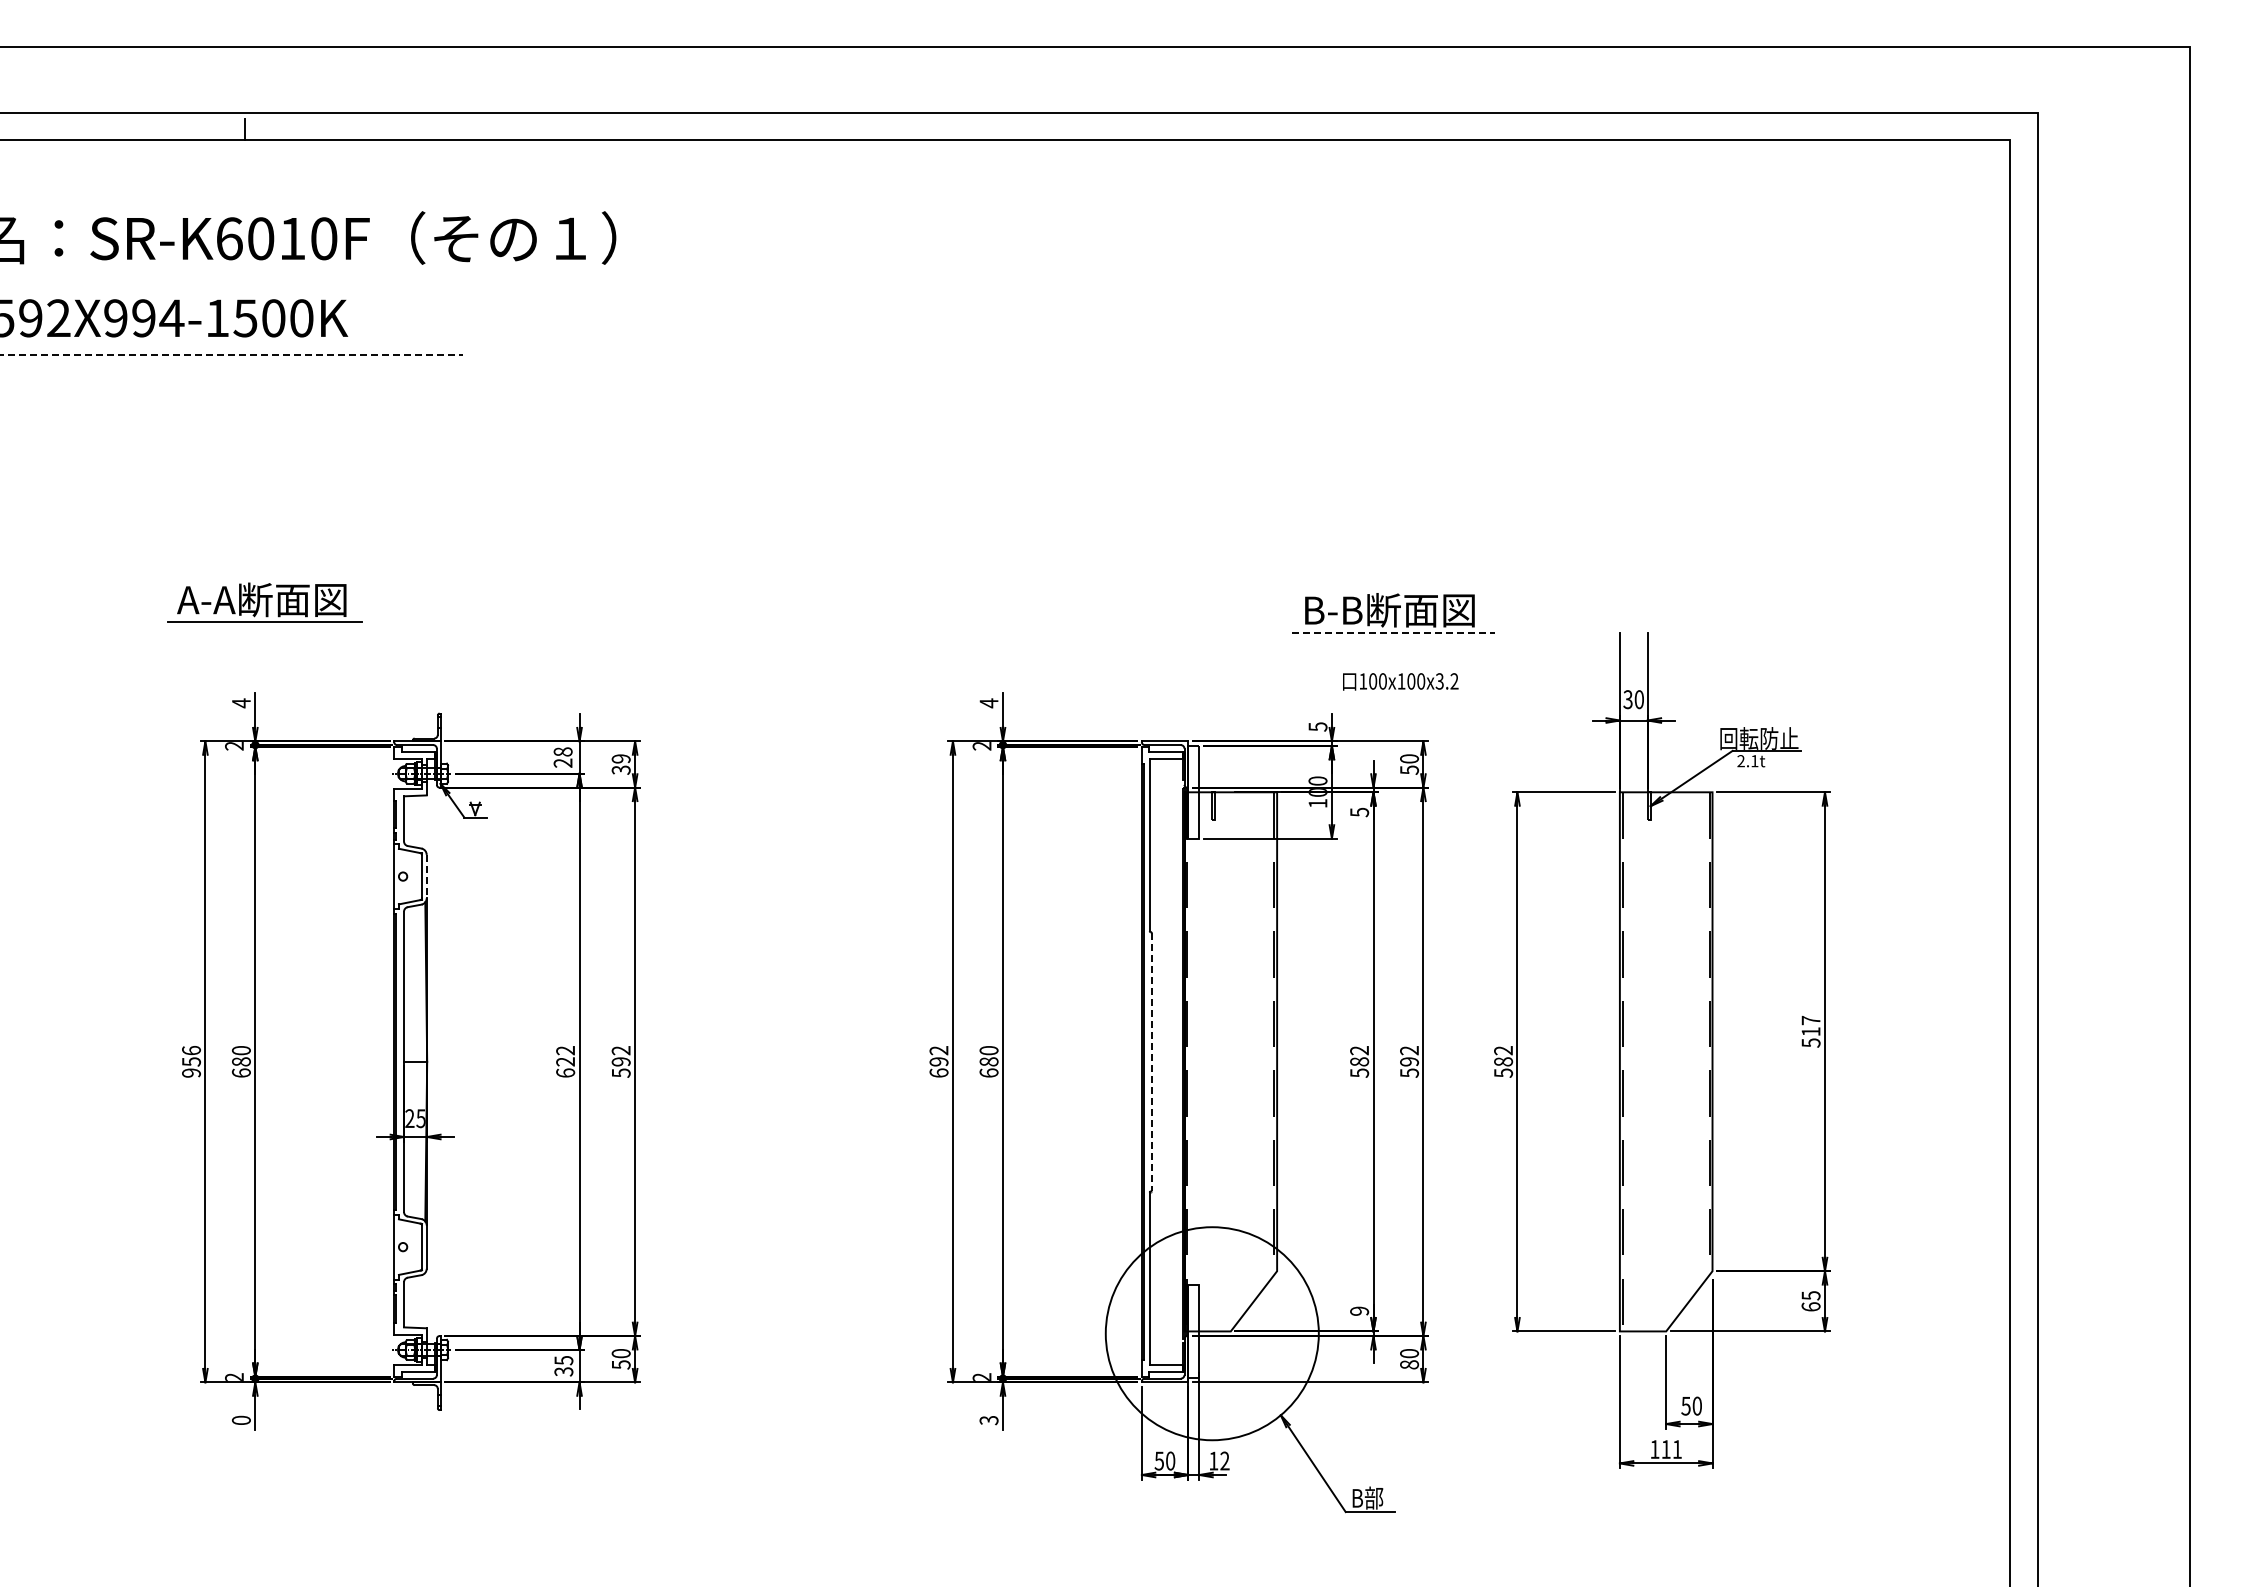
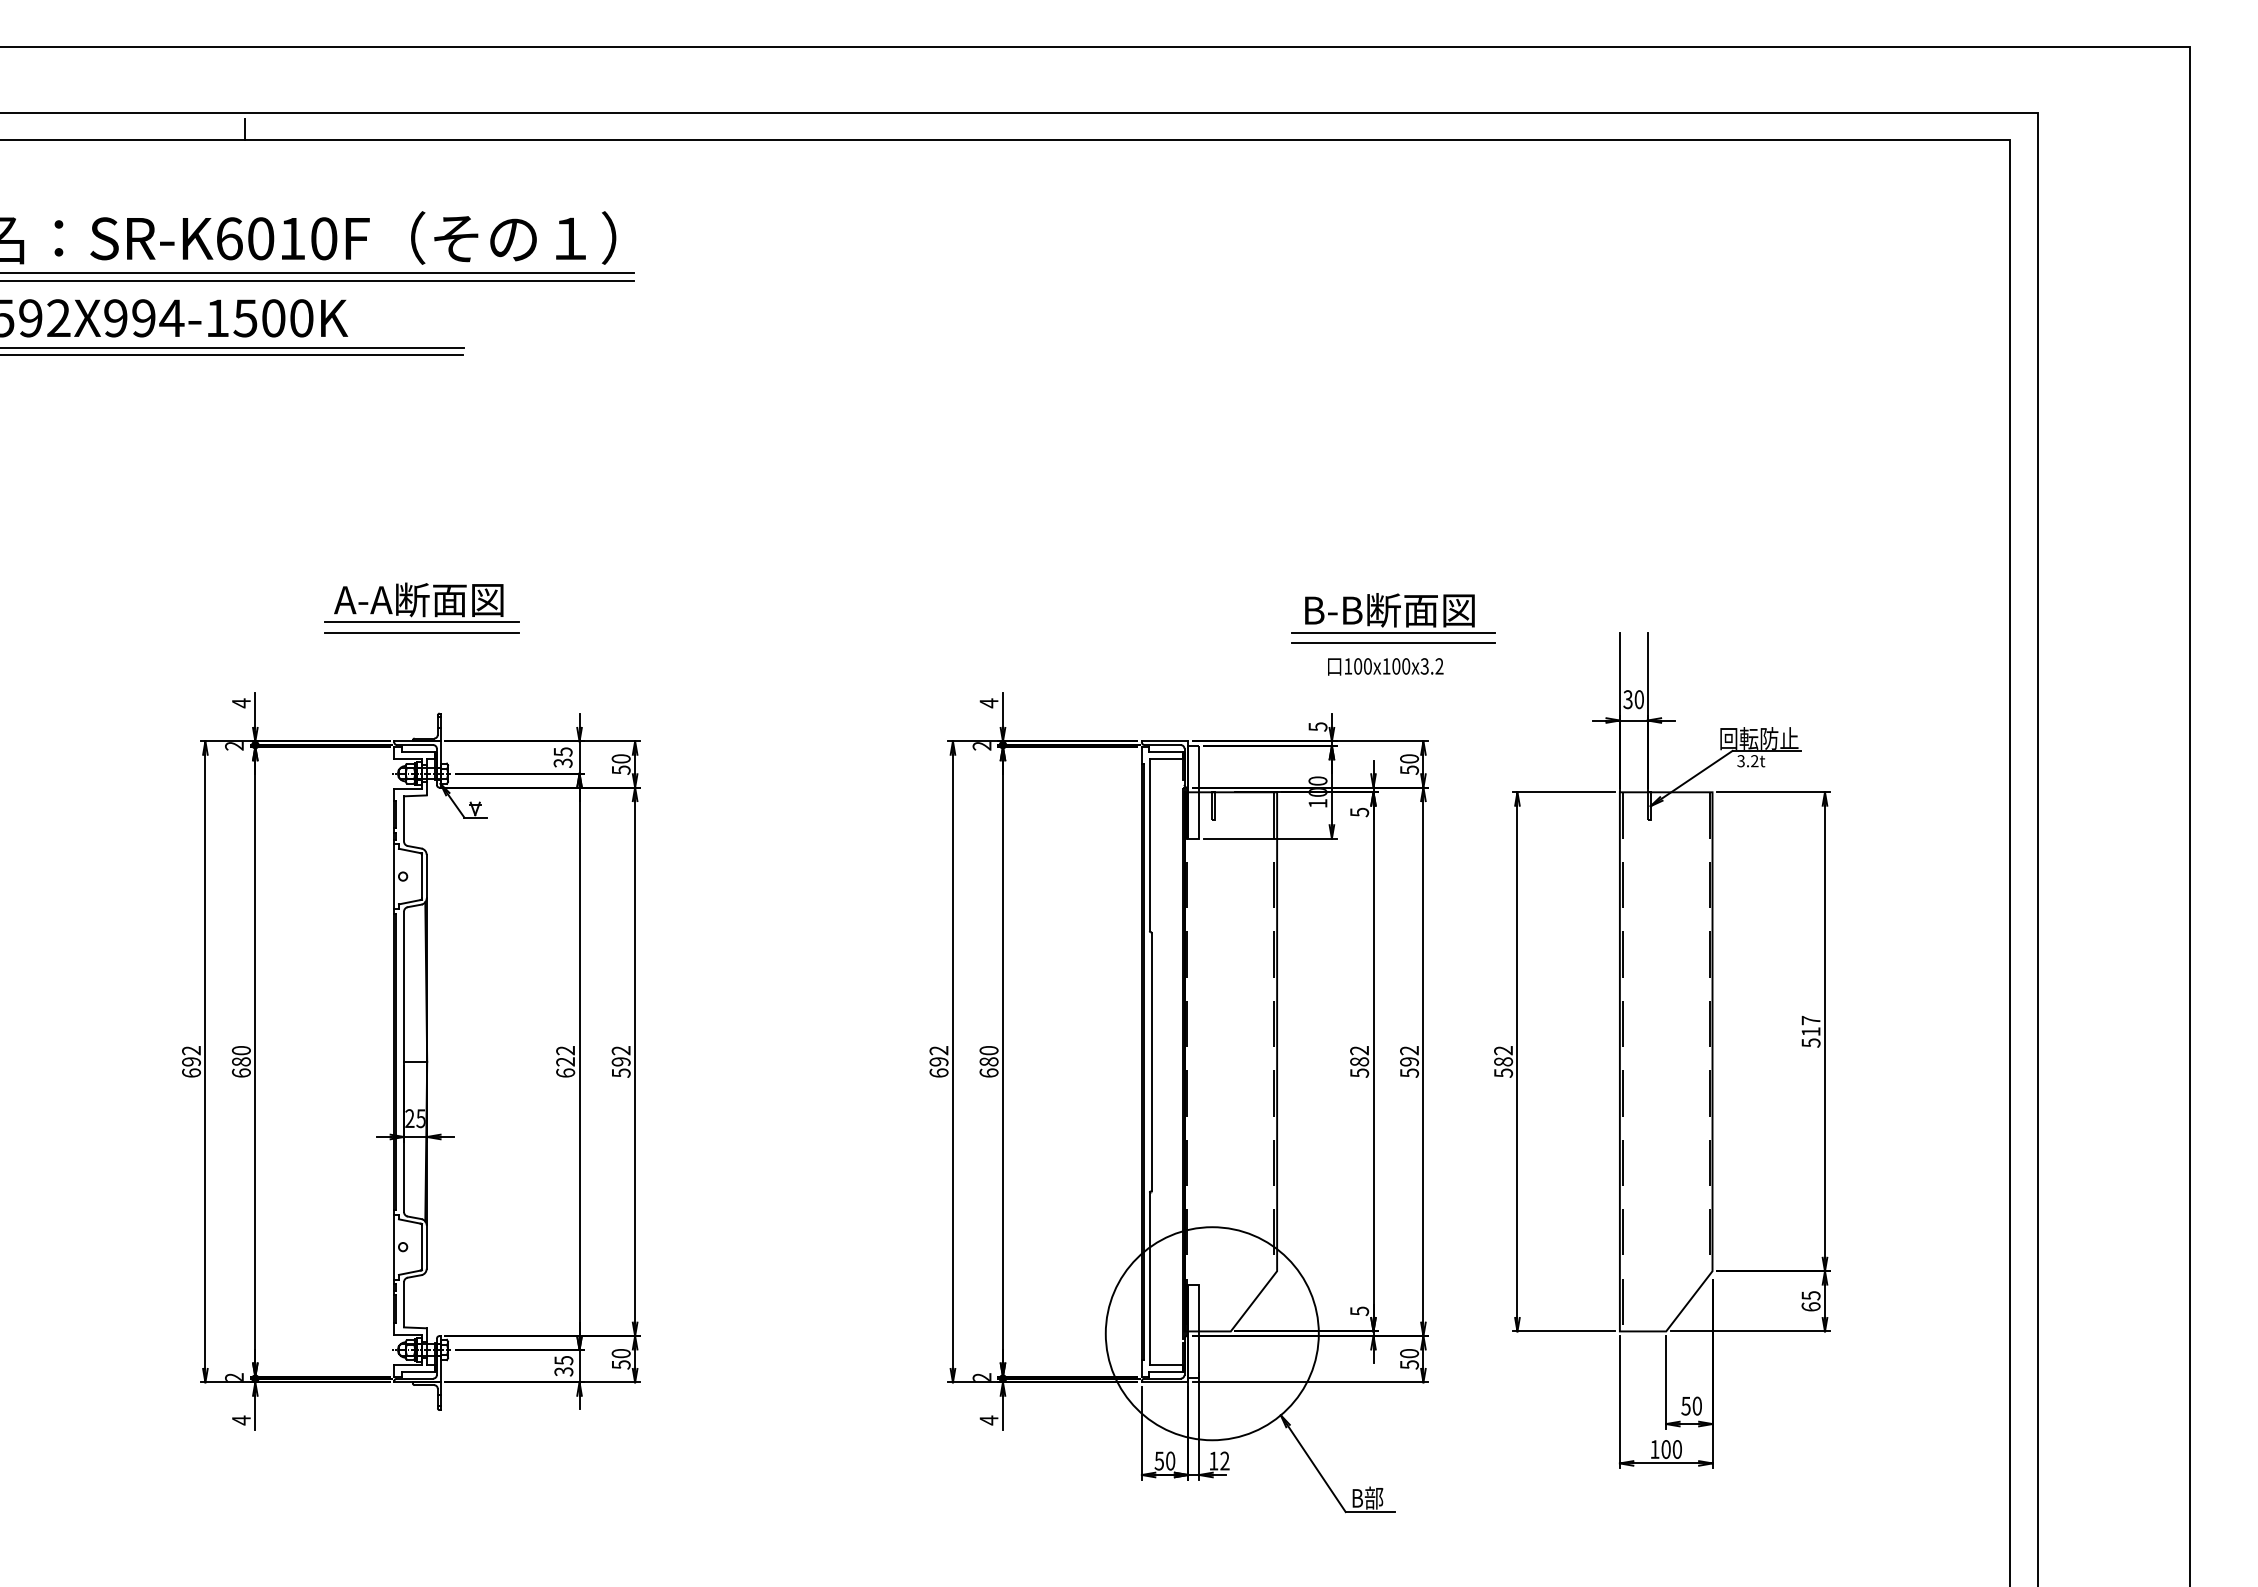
line at (317, 273): none -> present
line at (317, 280): none -> present
line at (233, 347): none -> present
line at (232, 355): dashed -> solid
part at (264, 602) position: (264, 602) -> (421, 602)
line at (1394, 632): dashed -> solid
line at (421, 633): none -> present
line at (1393, 643): none -> present
text at (1400, 681) position: (1400, 681) -> (1385, 666)
text at (562, 757): 28 -> 35
text at (1747, 761): 2.1t -> 3.2t
text at (620, 764): 39 -> 50
line at (426, 876): dashed -> solid
text at (191, 1061): 956 -> 692
line at (1151, 1061): dashed -> solid
text at (1359, 1311): 9 -> 5
text at (1409, 1364): 80 -> 50
text at (240, 1420): 0 -> 4
text at (988, 1420): 3 -> 4
text at (1671, 1449): 111 -> 100
